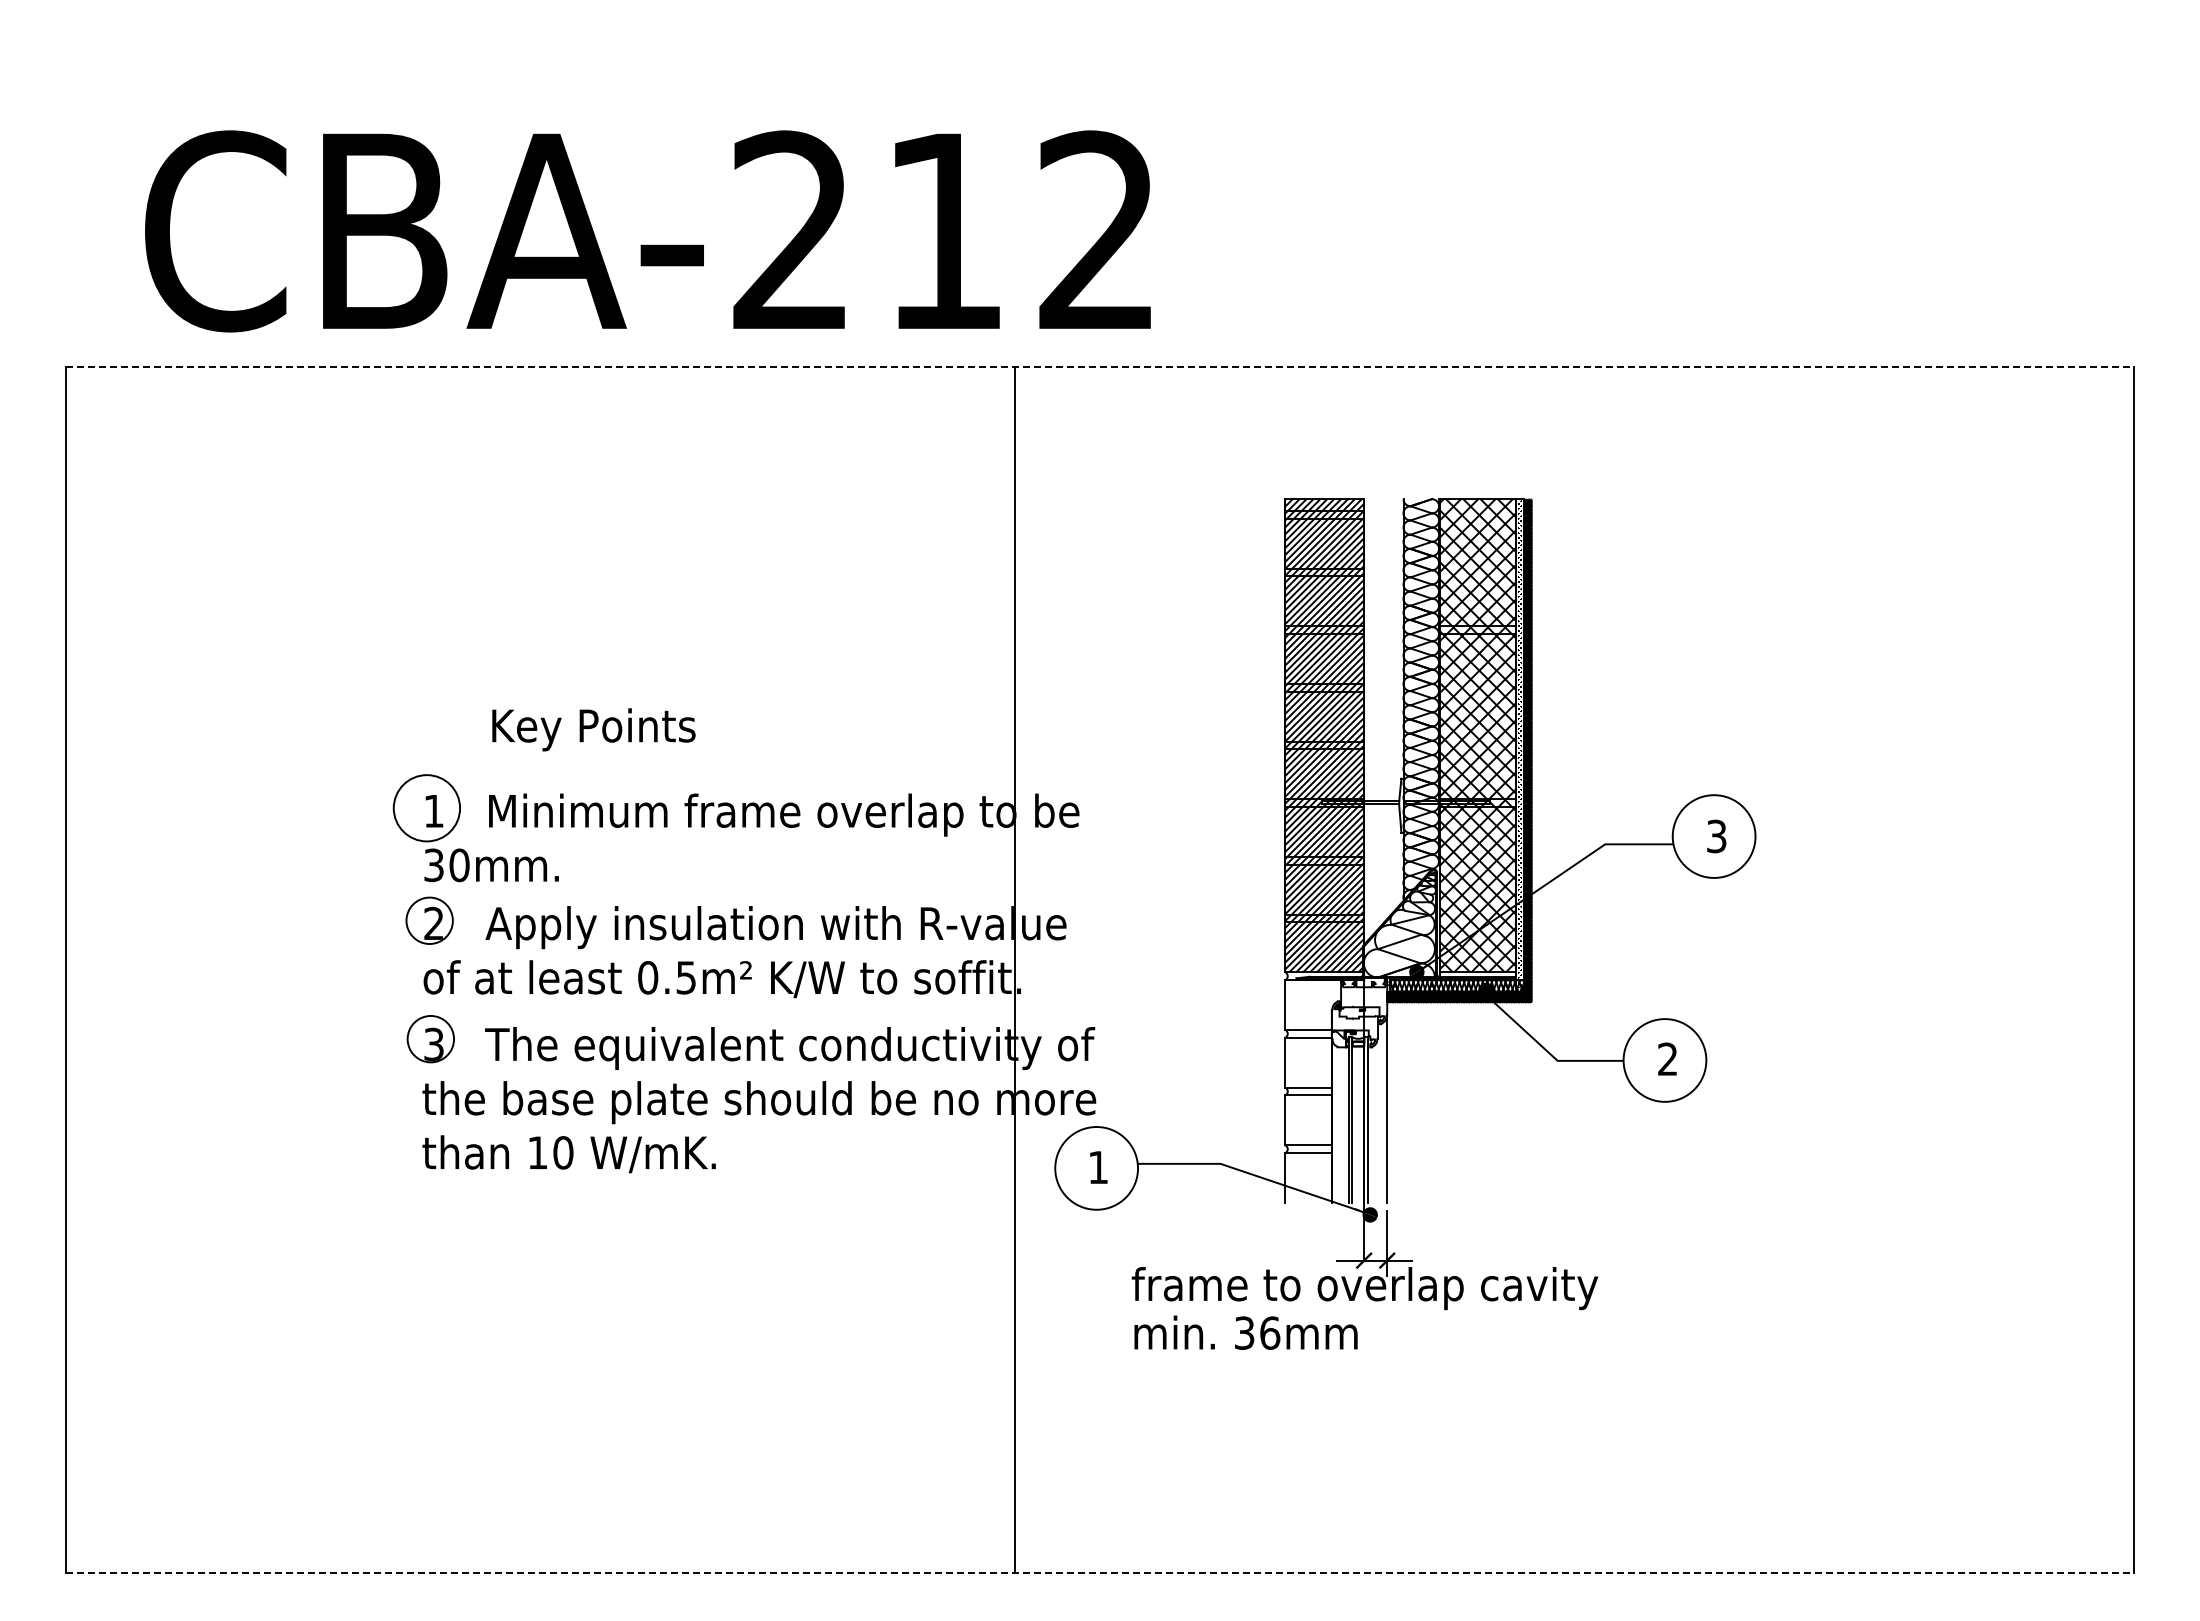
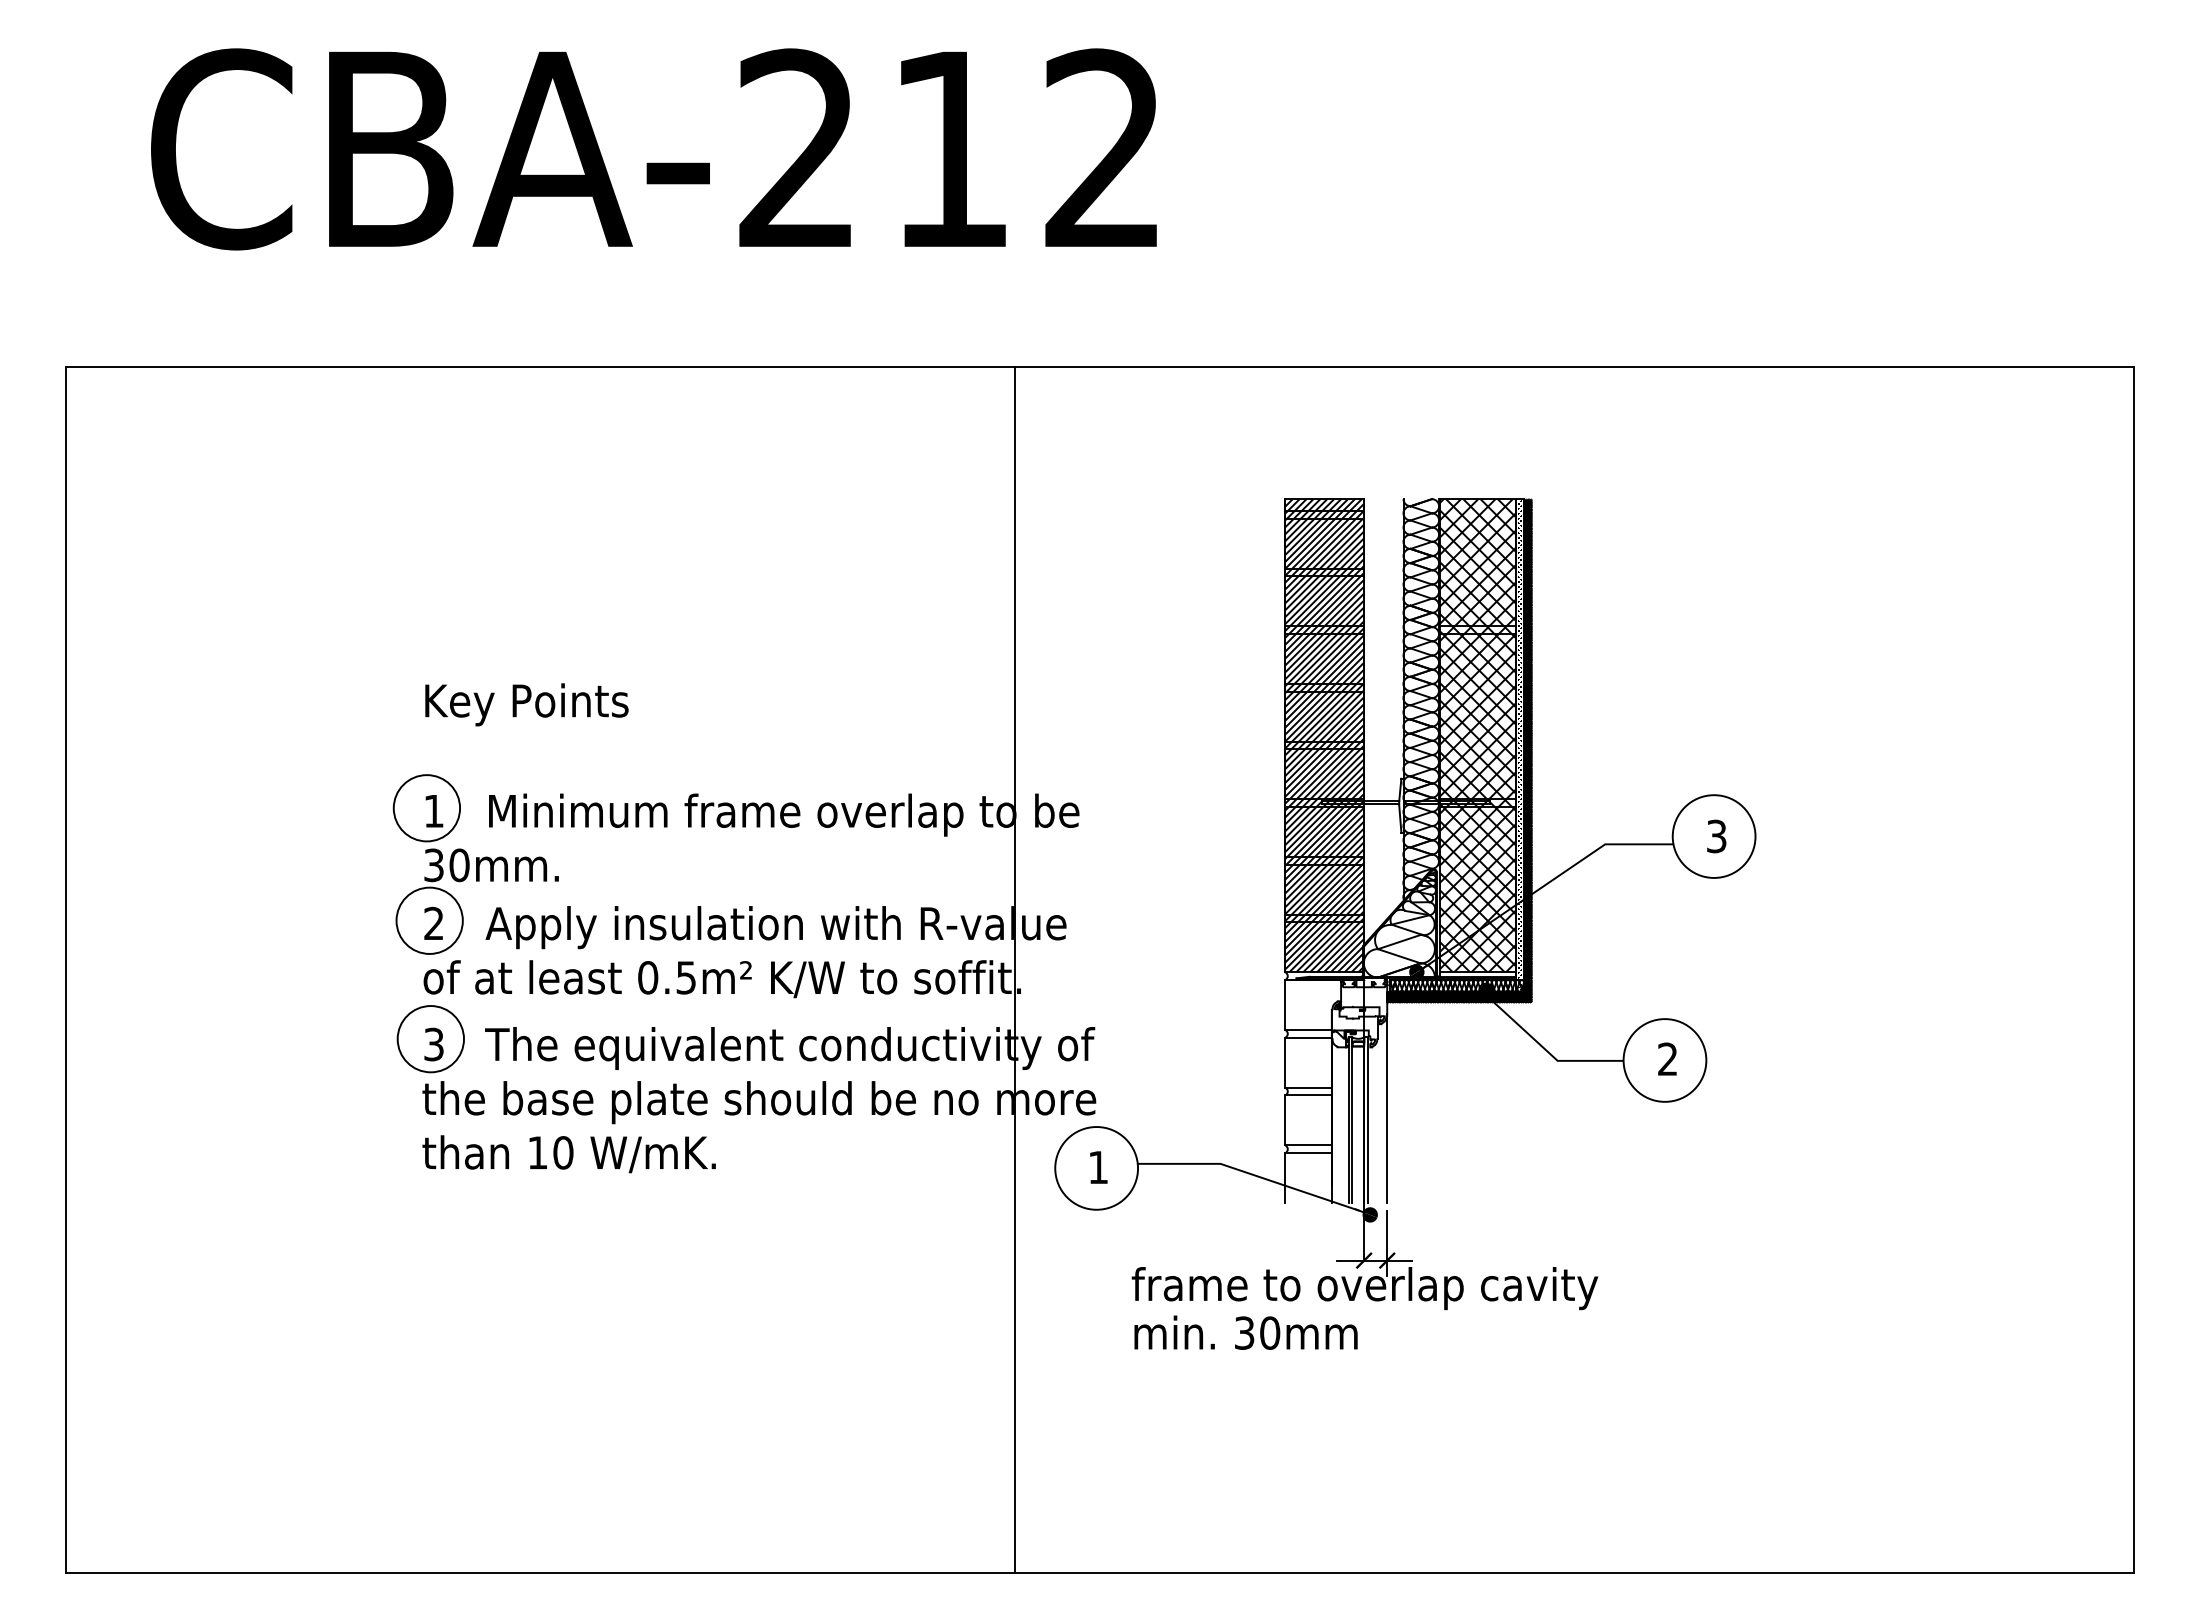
text at (647, 231) position: (647, 231) -> (653, 149)
line at (1100, 366): dashed -> solid
text at (593, 729) position: (593, 729) -> (526, 704)
circle at (429, 920) diameter: 46 px -> 66 px
circle at (430, 1038) diameter: 46 px -> 66 px
text at (1270, 1332): 36mm -> 30mm
line at (1100, 1572): dashed -> solid
